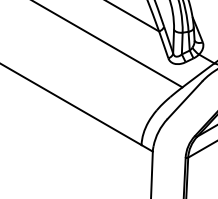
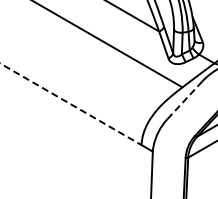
line at (184, 100): solid -> dashed
line at (71, 104): solid -> dashed
